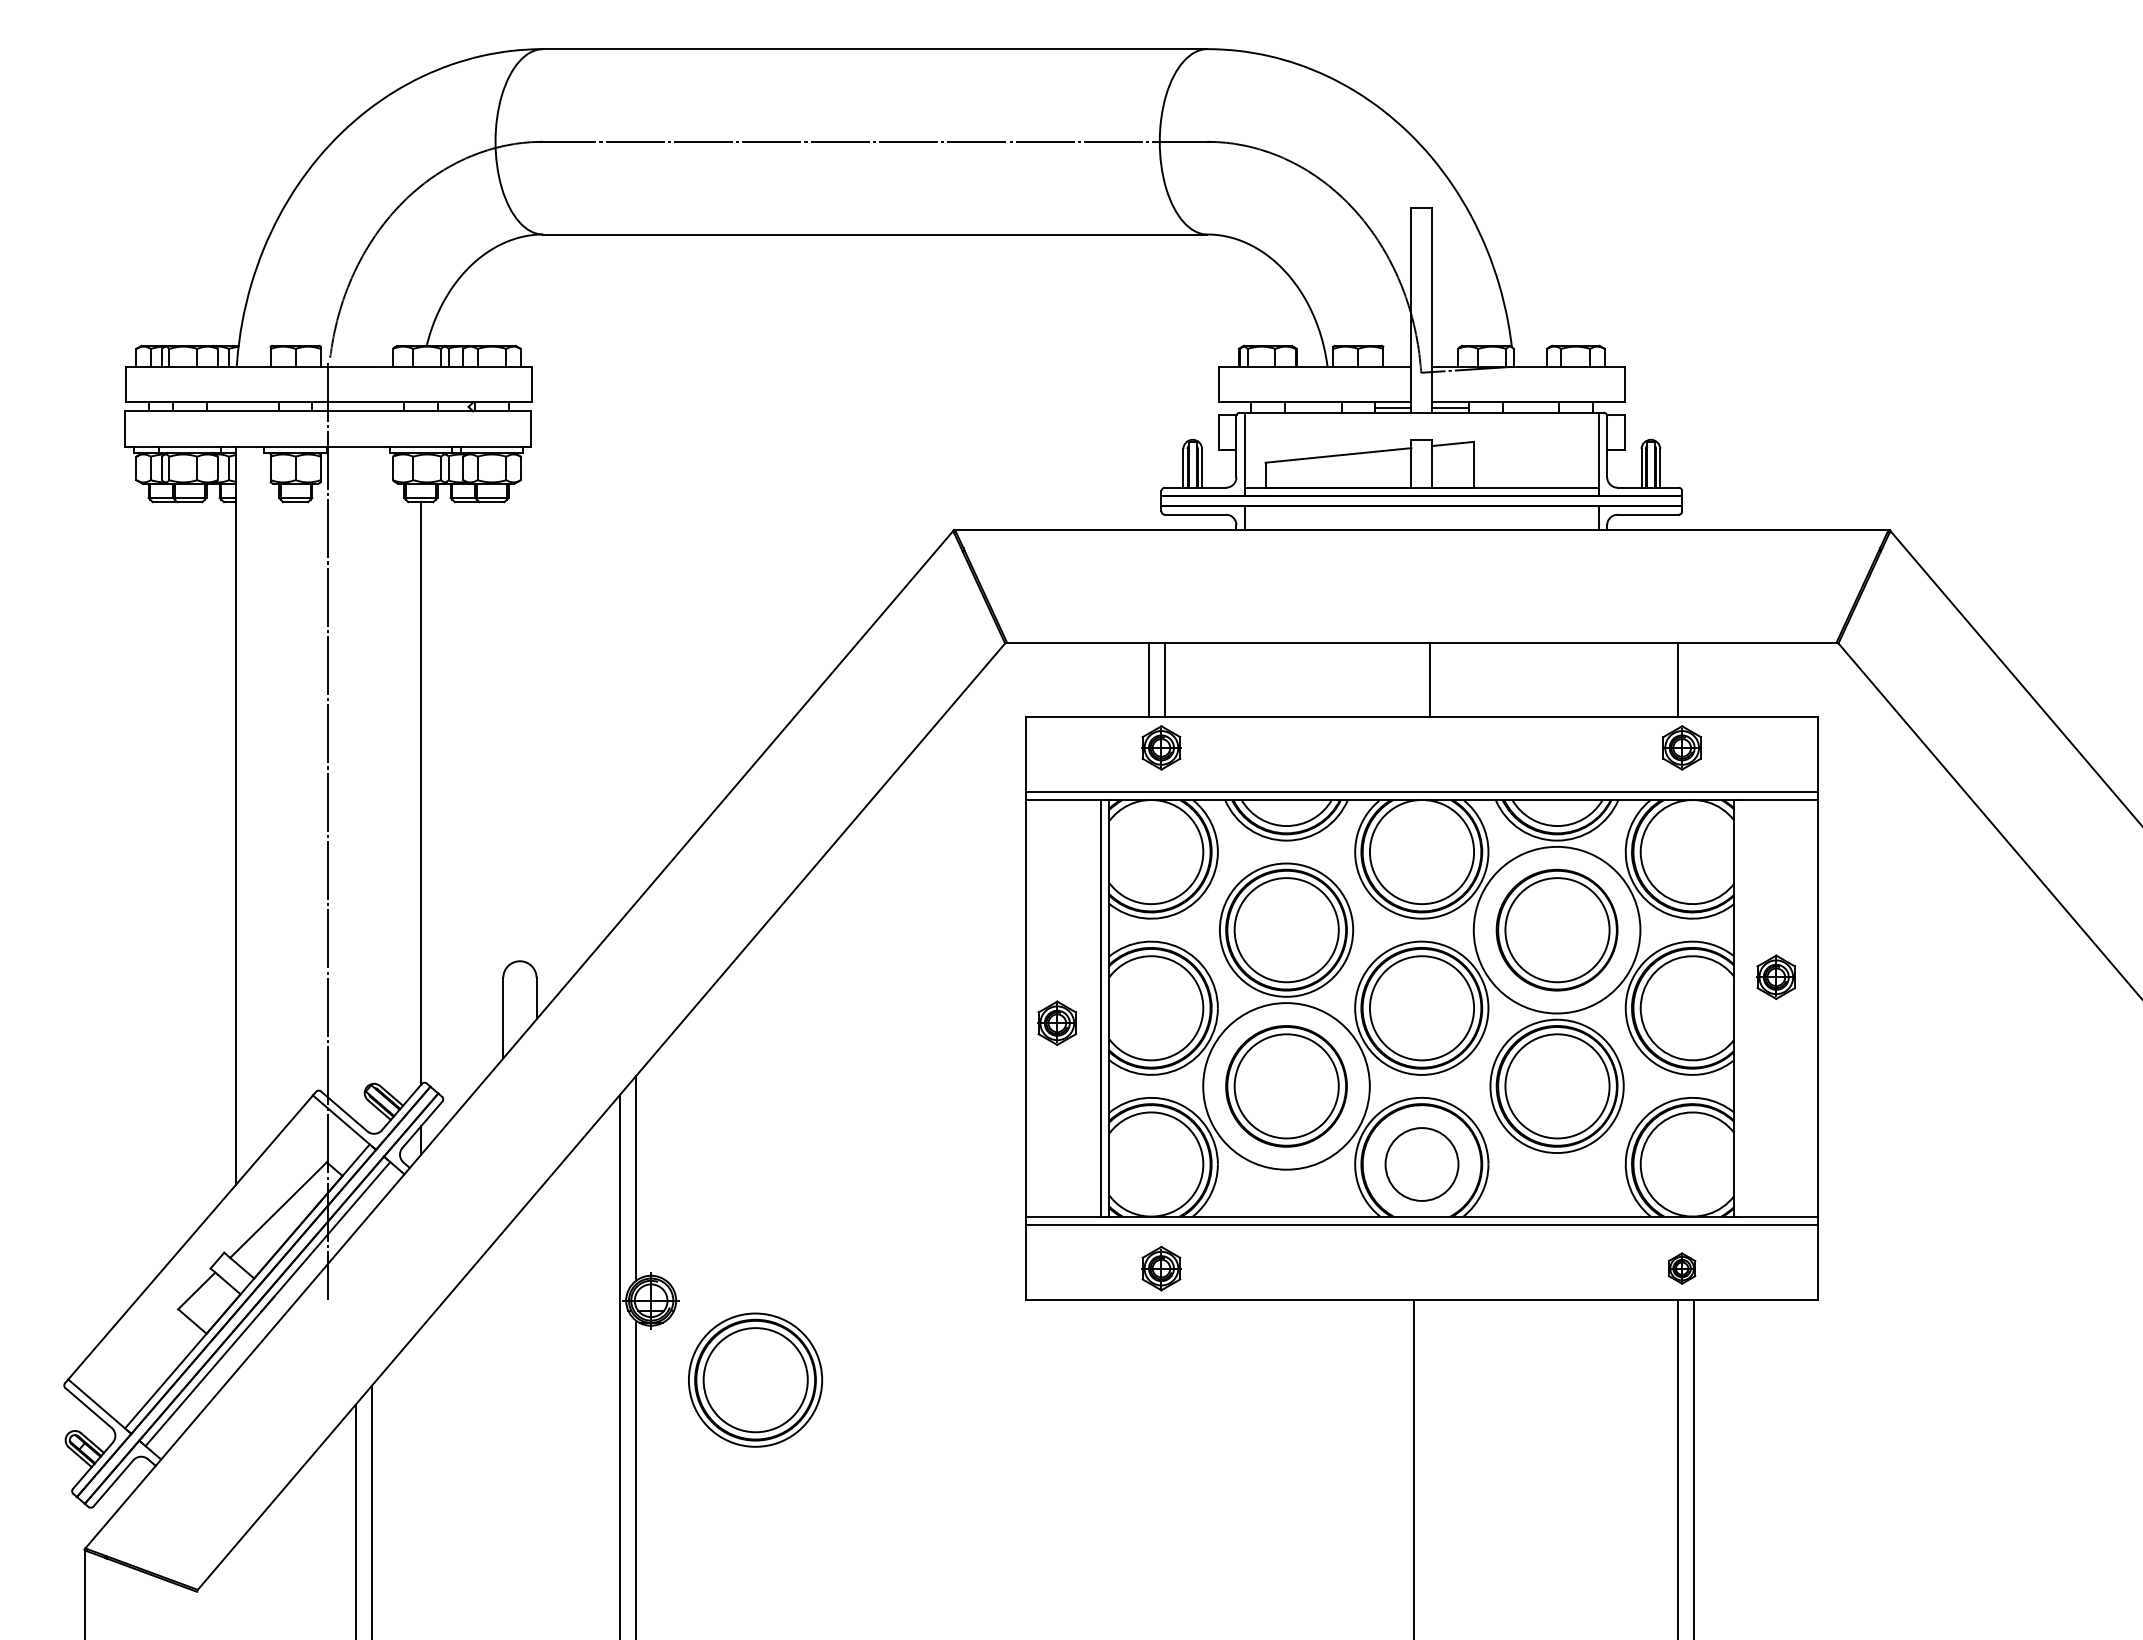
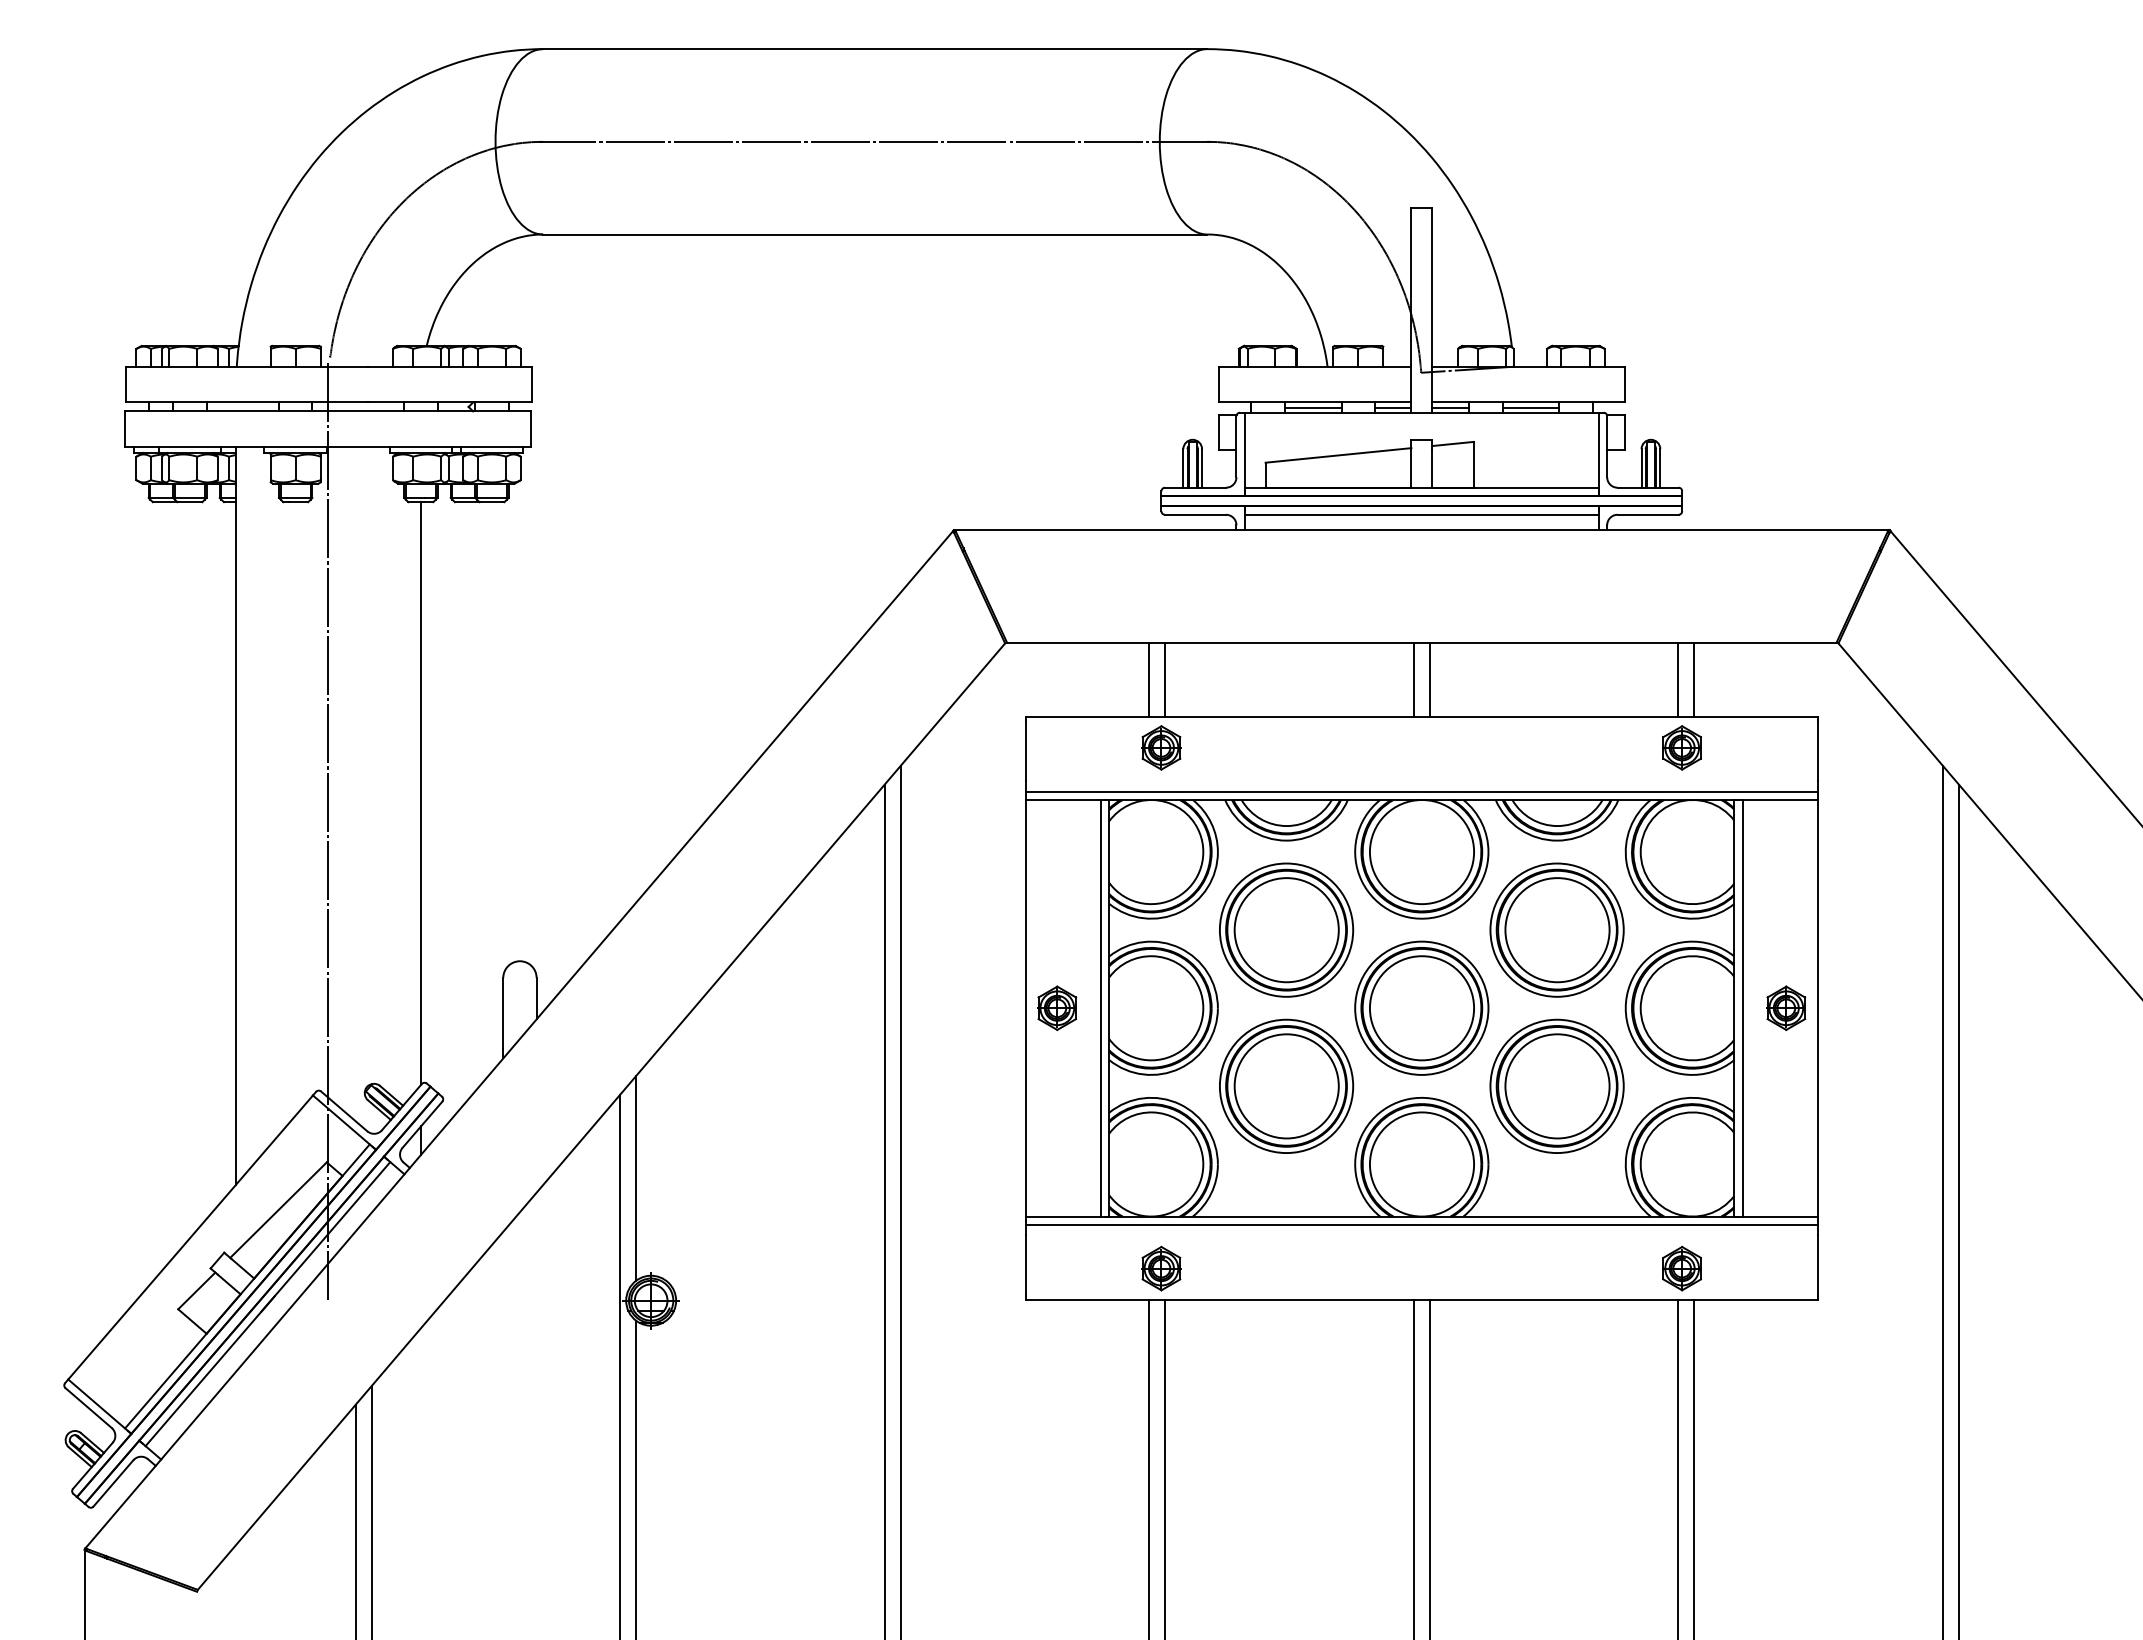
line at (1312, 408): none -> present
line at (1530, 408): none -> present
line at (1421, 514): none -> present
line at (1413, 679): none -> present
line at (1694, 679): none -> present
circle at (1556, 929) diameter: 167 px -> 133 px
part at (1776, 977) position: (1776, 977) -> (1786, 1008)
line at (1742, 1008): none -> present
part at (1057, 1023) position: (1057, 1023) -> (1057, 1008)
circle at (1286, 1086) diameter: 167 px -> 133 px
circle at (1421, 1164) diameter: 73 px -> 104 px
line at (900, 1200): none -> present
line at (1942, 1200): none -> present
line at (884, 1210): none -> present
line at (1958, 1210): none -> present
part at (1682, 1268) size: 29x33 px -> 40x47 px
part at (755, 1379): present -> none
line at (1149, 1467): none -> present
line at (1165, 1467): none -> present
line at (1429, 1467): none -> present
